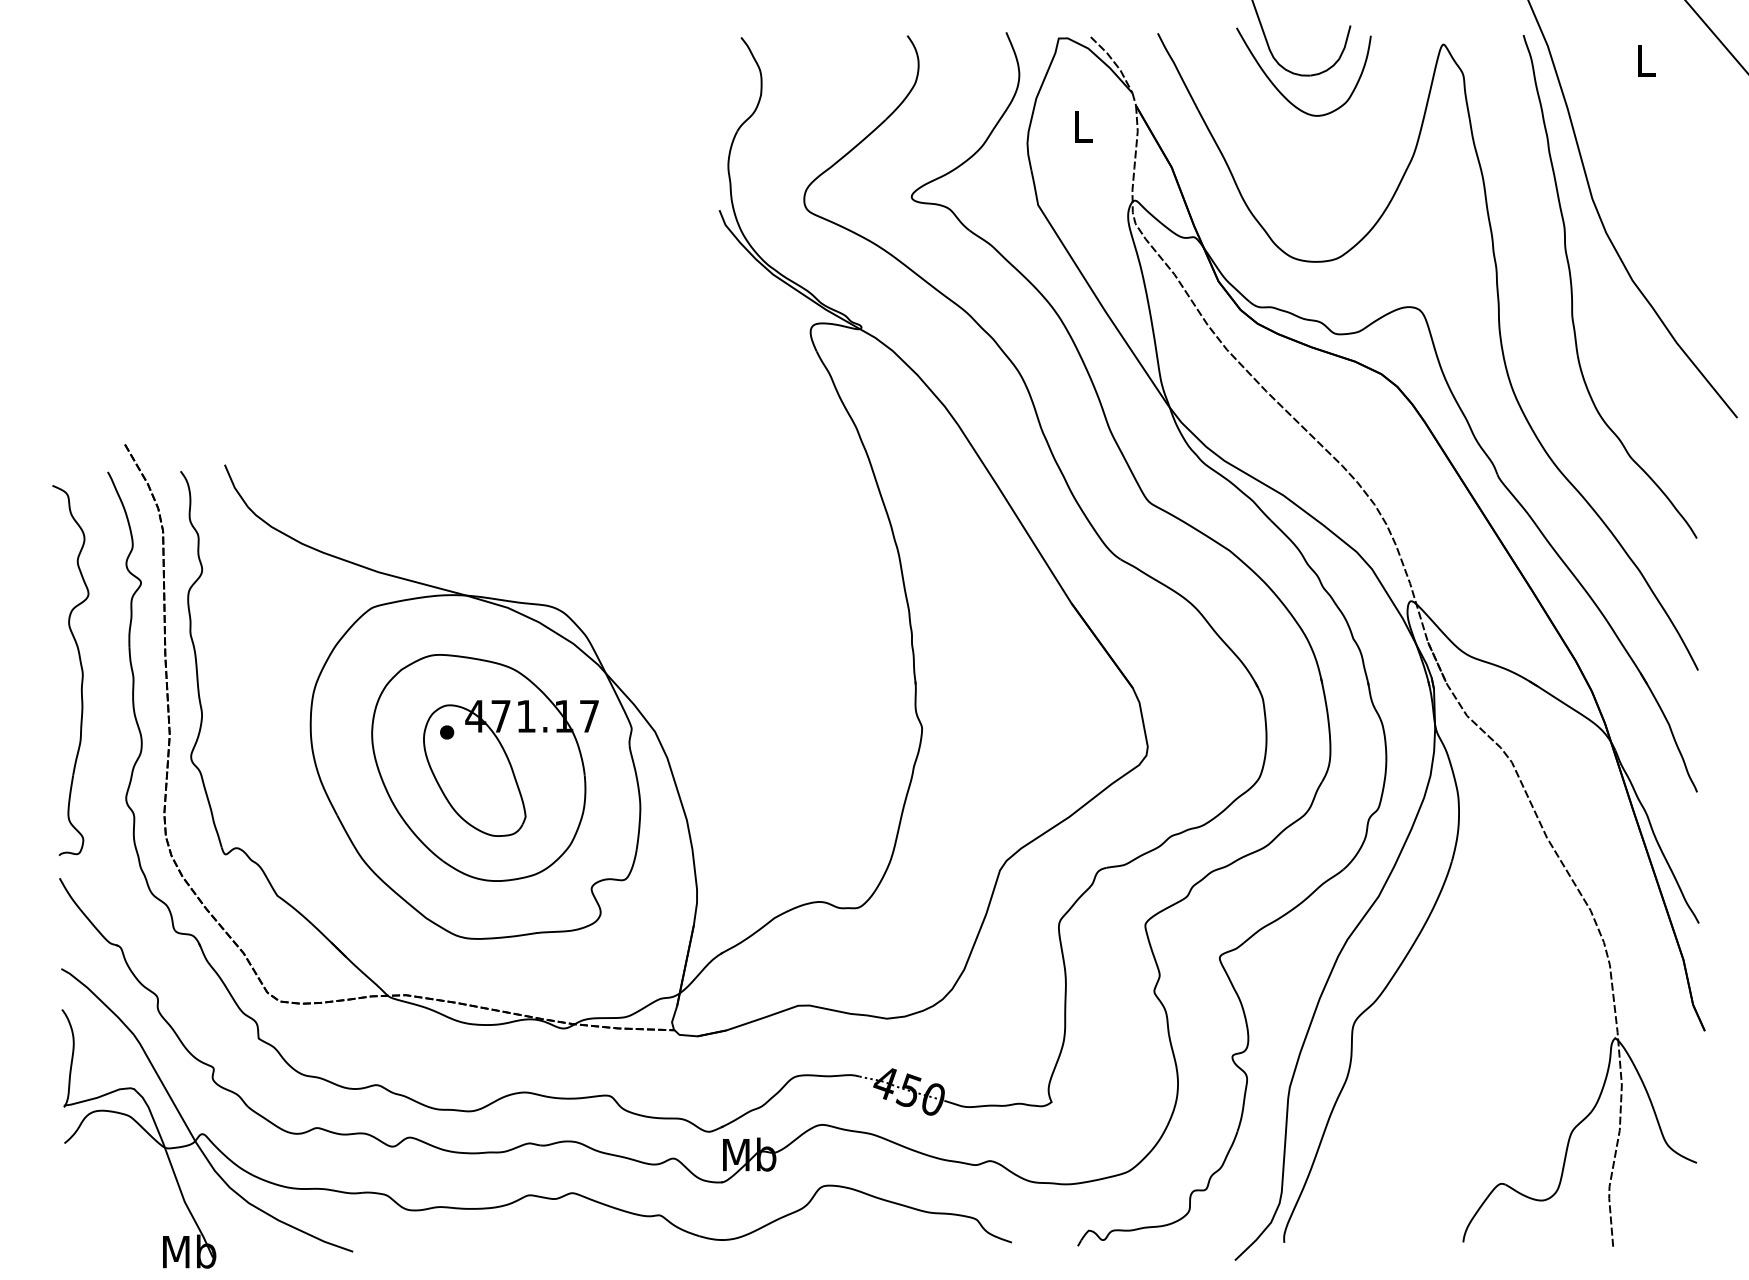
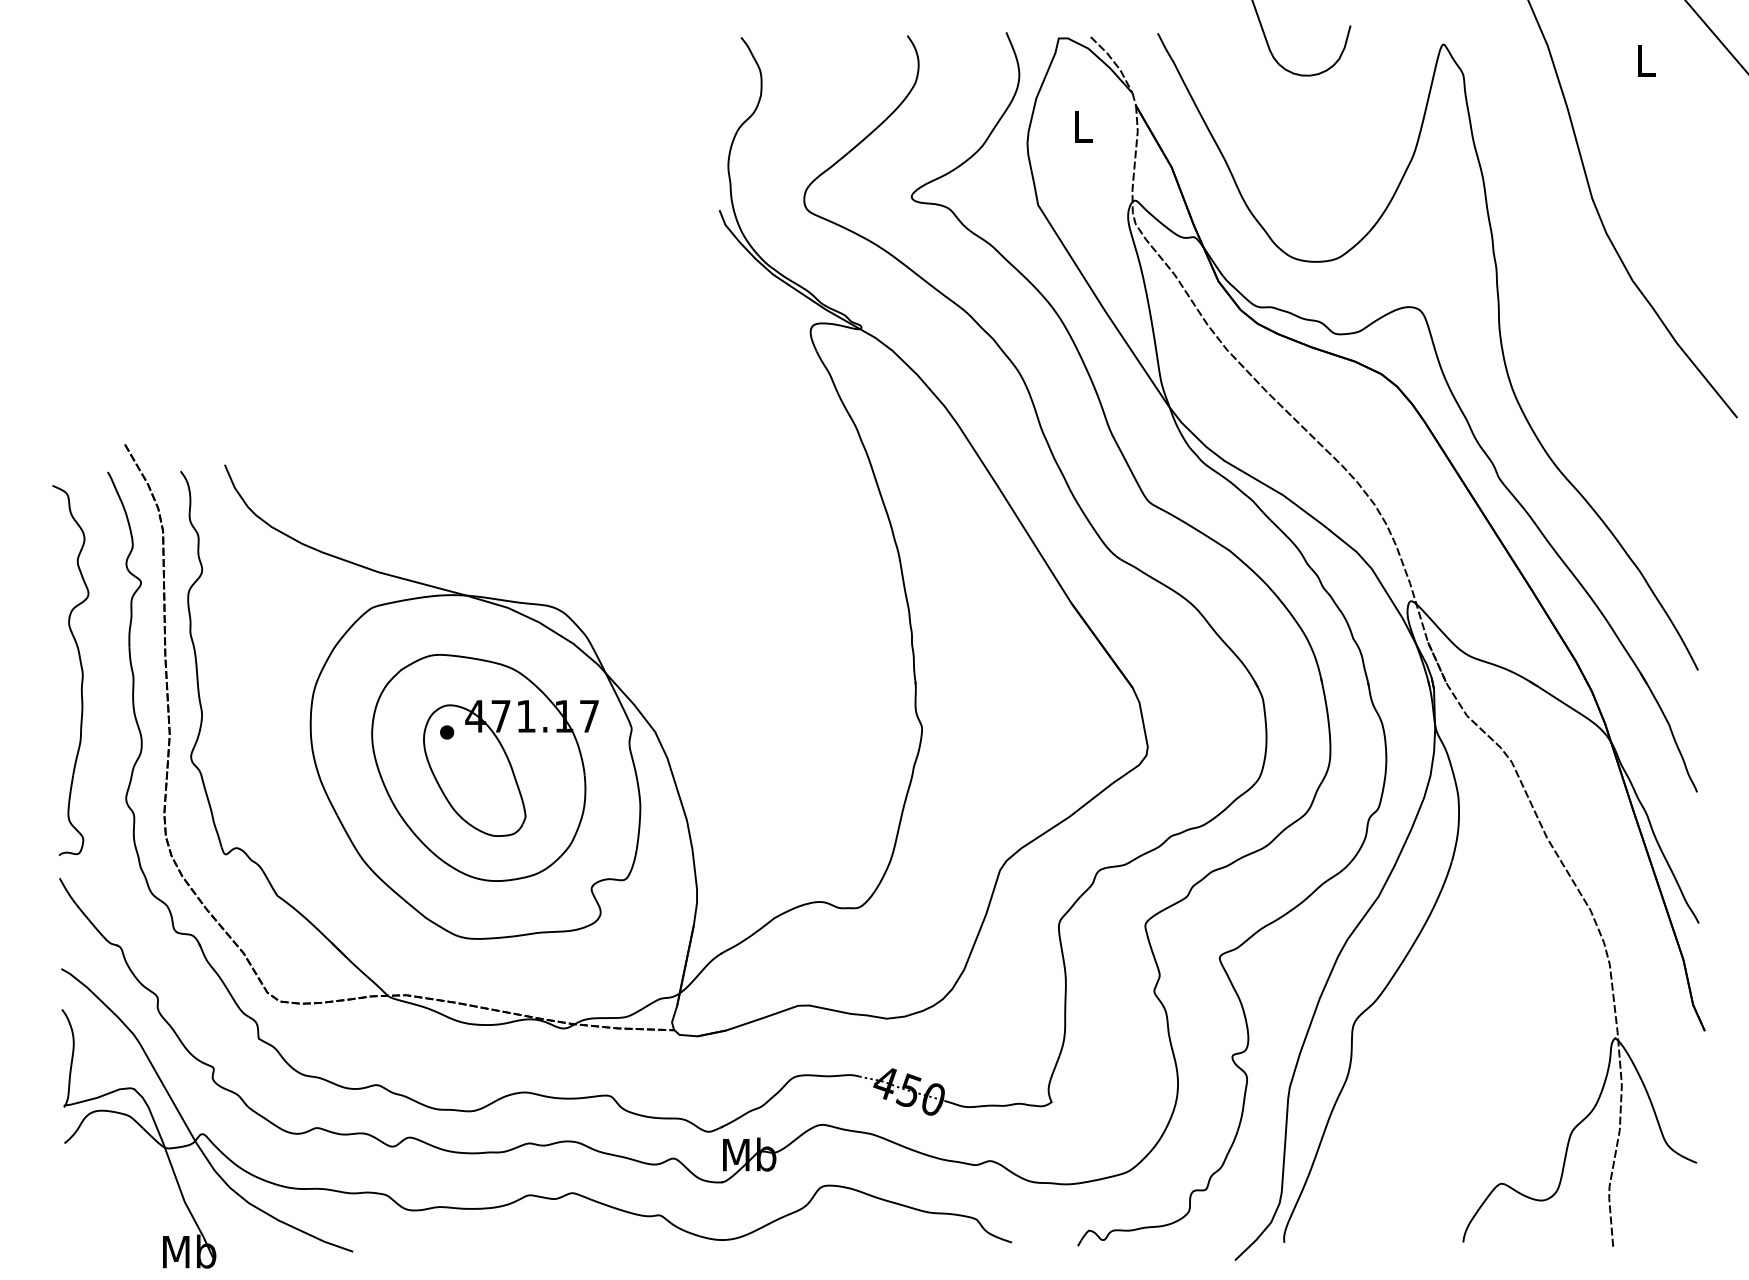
curve at (1281, 92): present -> none
part at (1572, 286): present -> none
